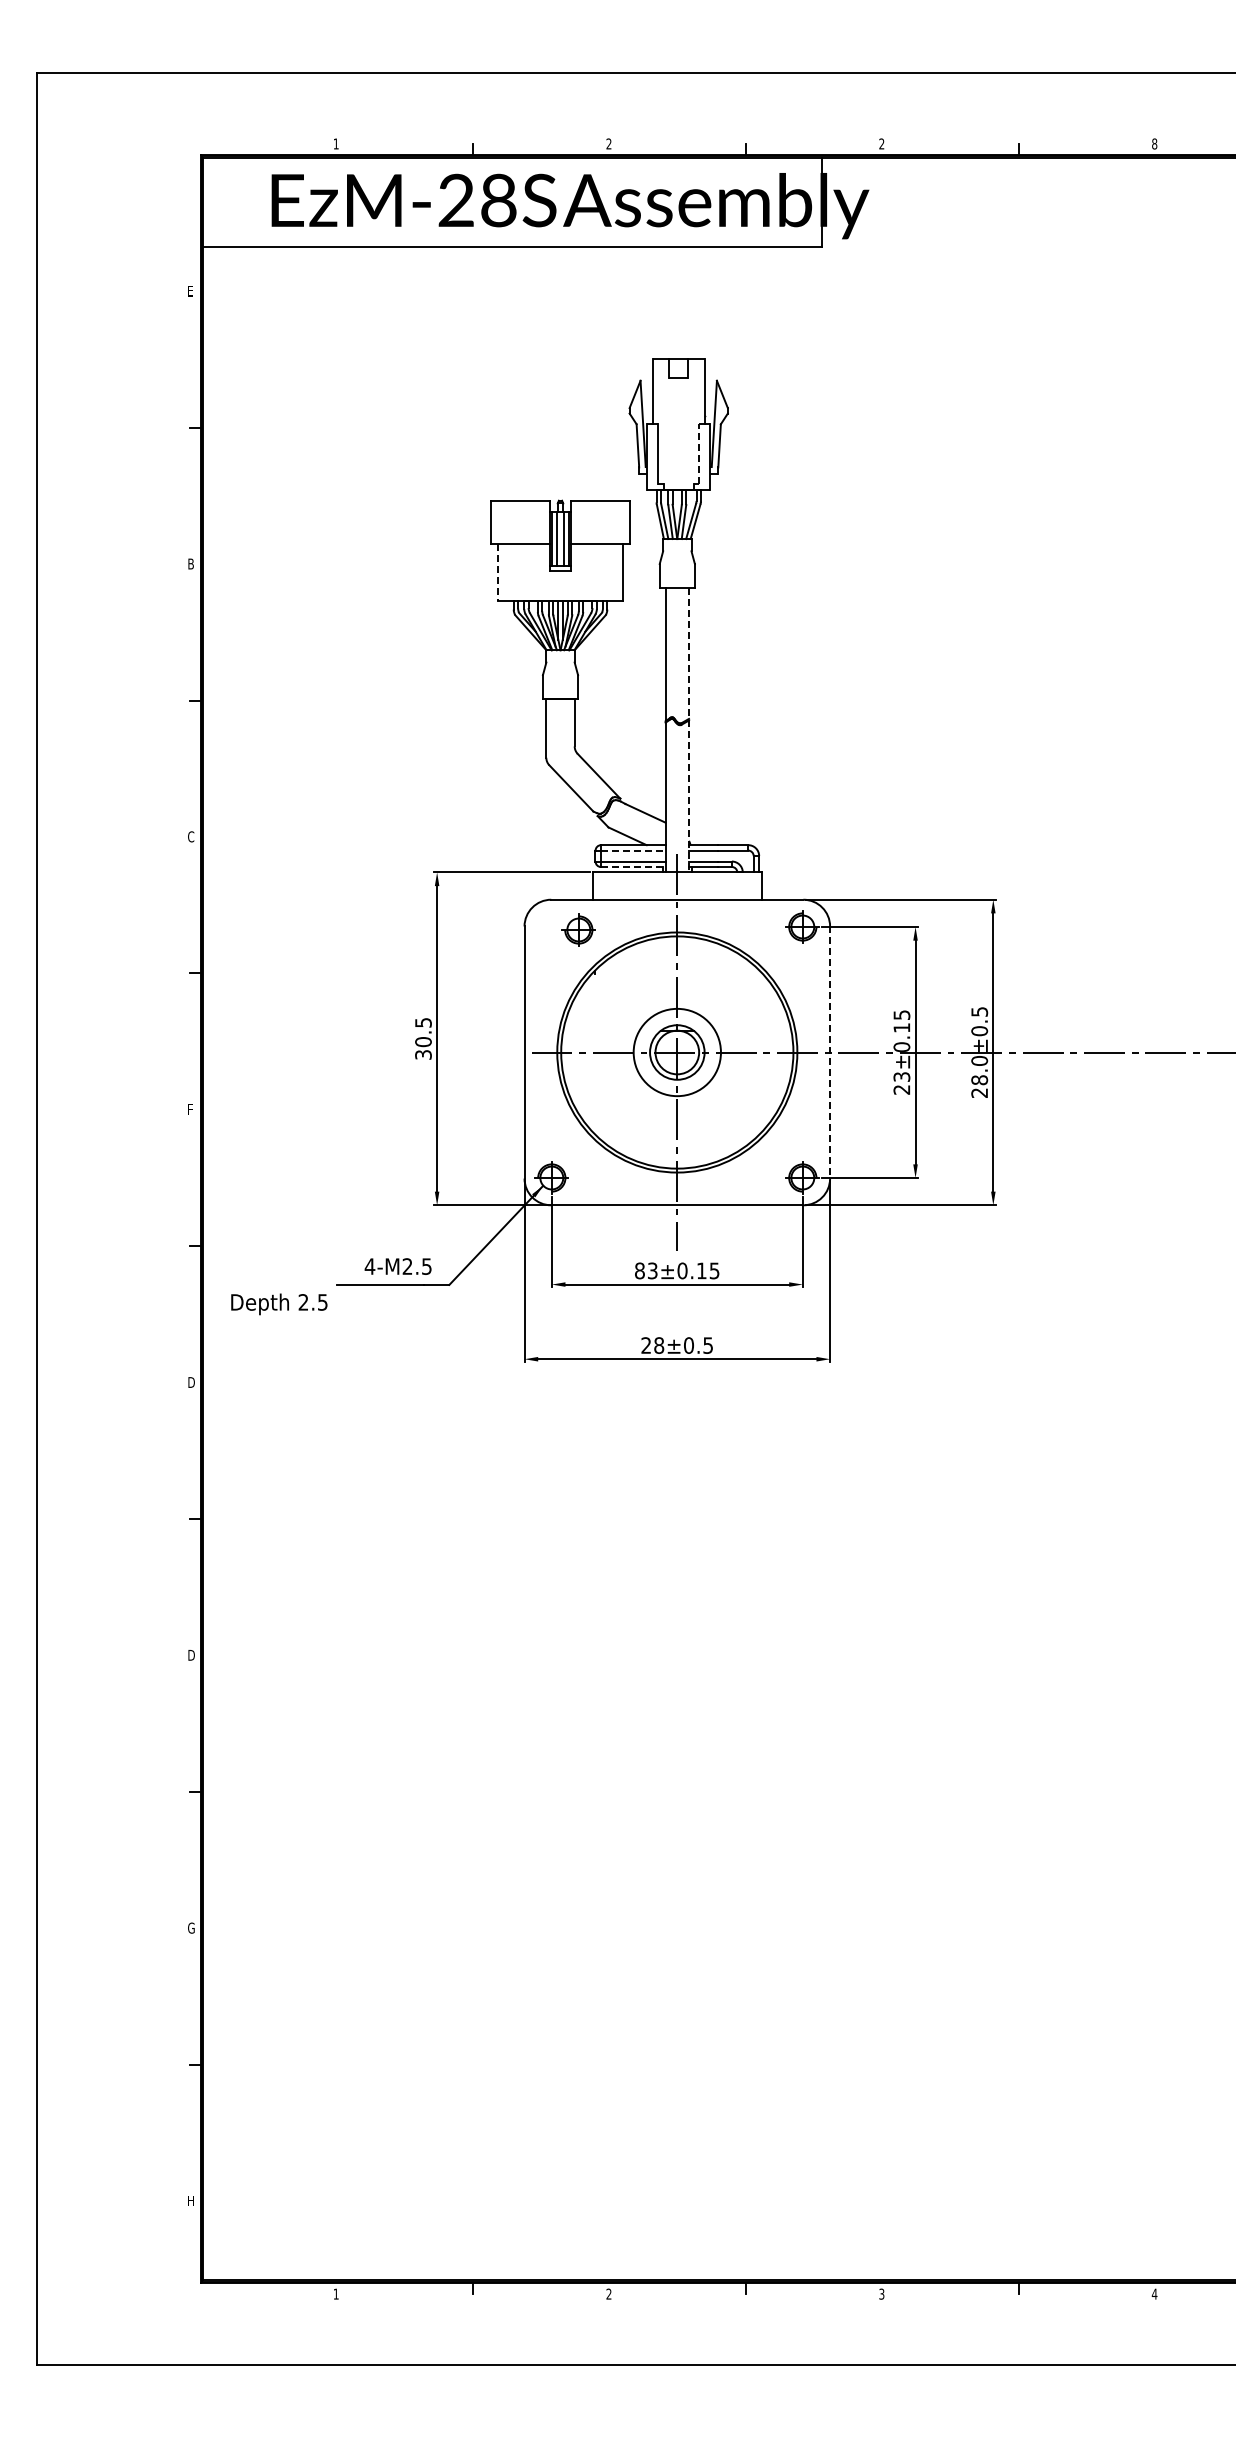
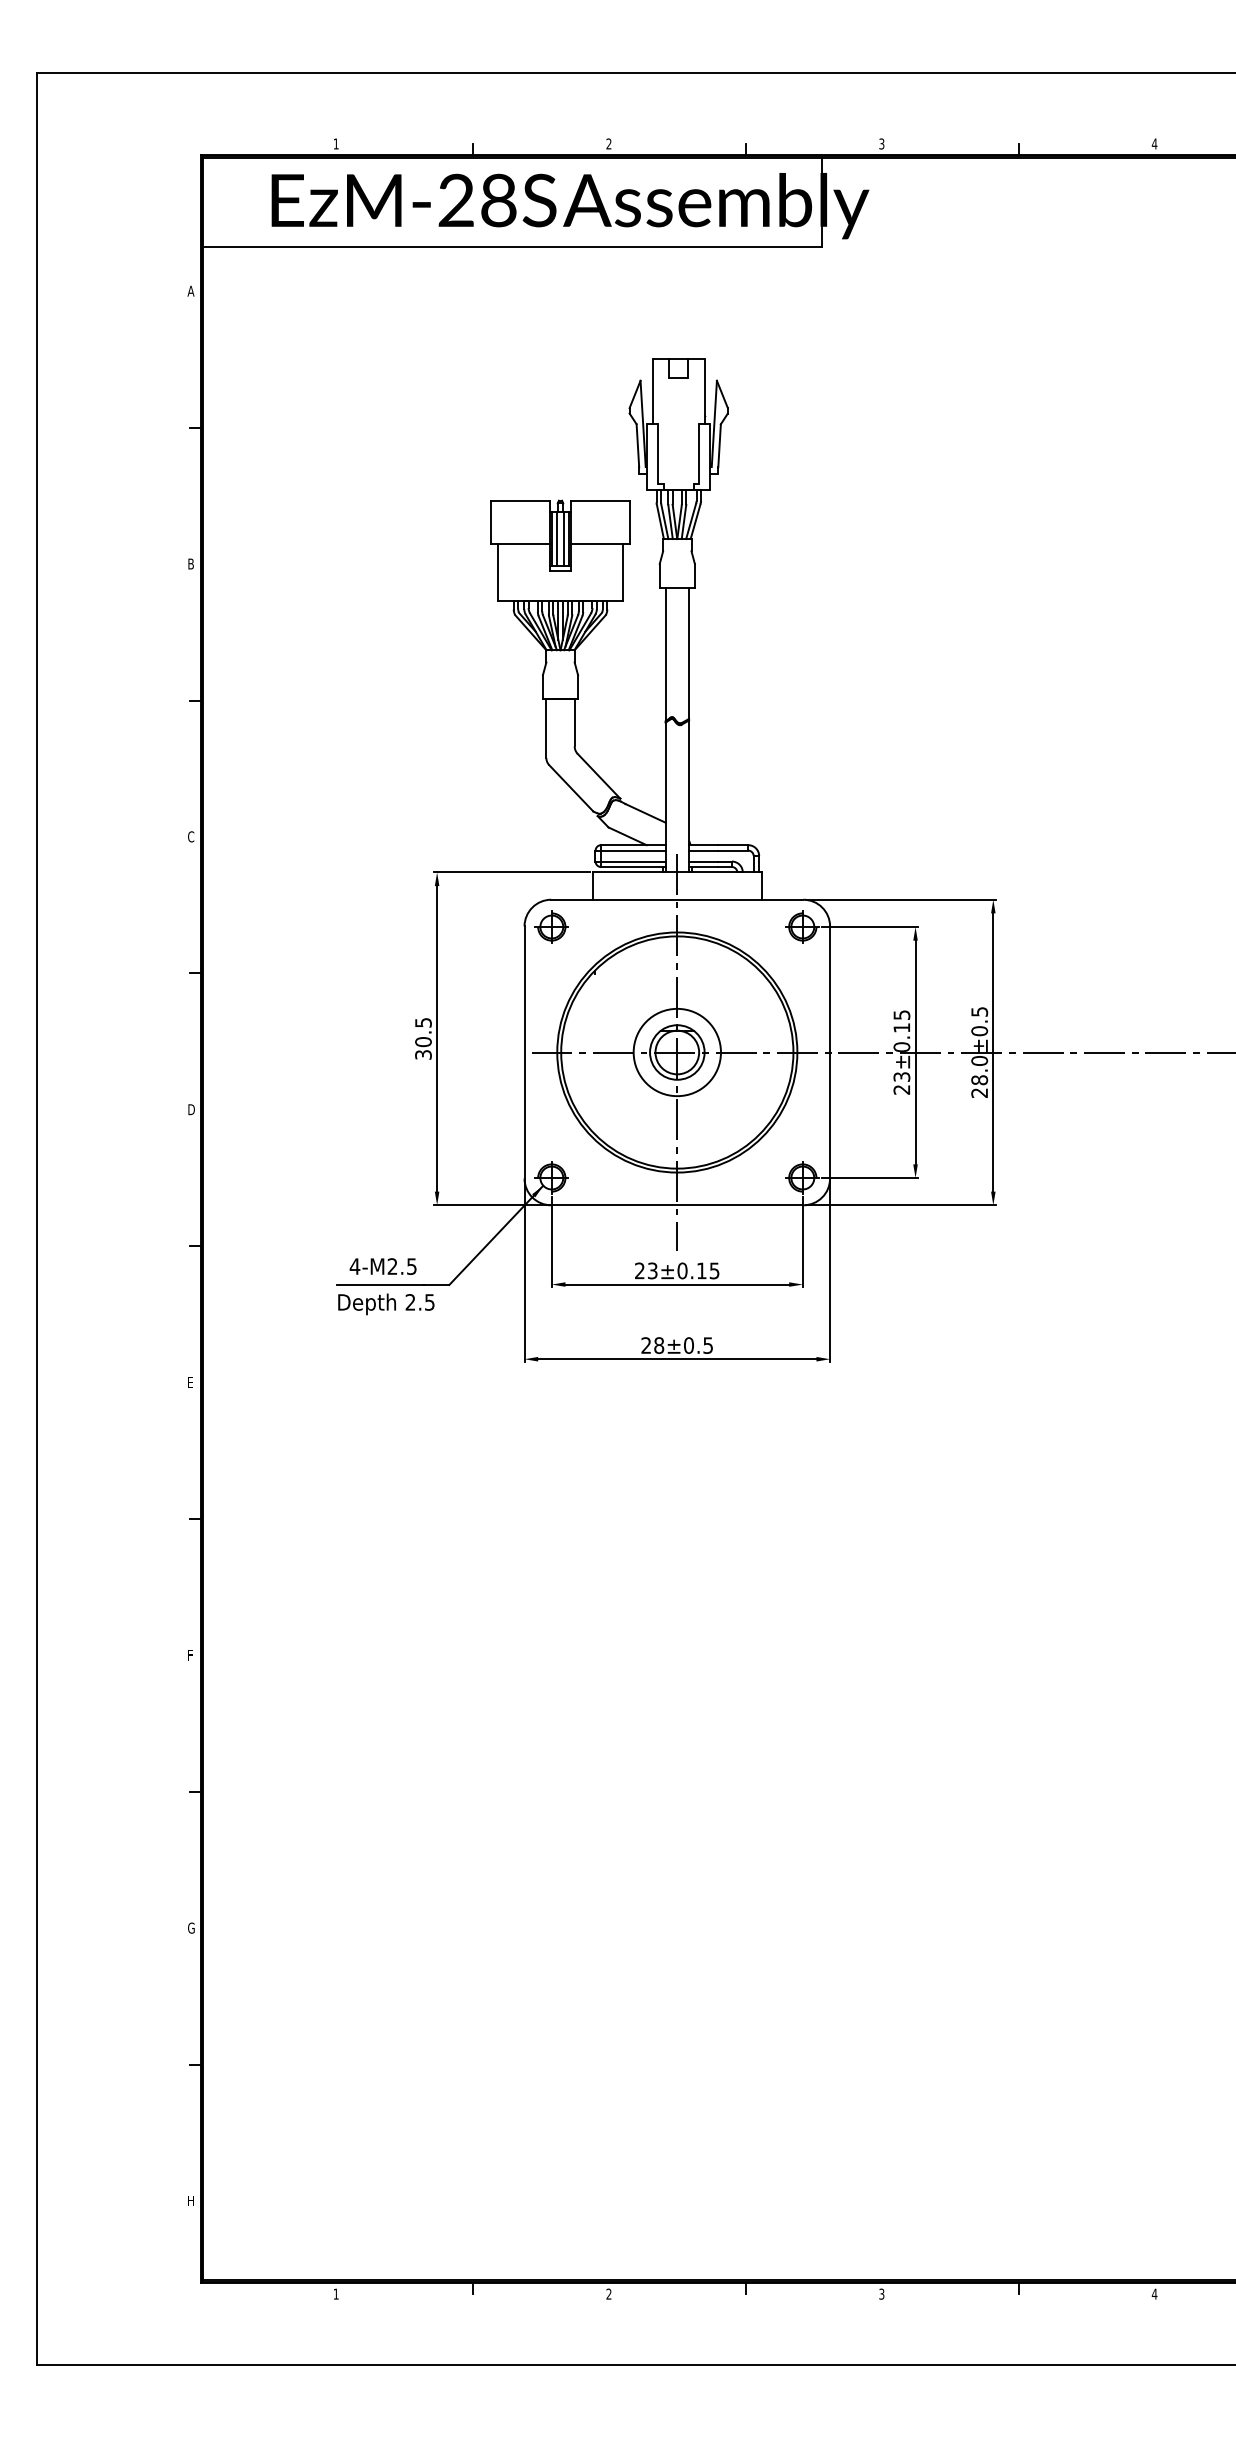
text at (1154, 143): 8 -> 4
text at (881, 144): 2 -> 3
text at (190, 290): E -> A
line at (699, 454): dashed -> solid
line at (497, 573): dashed -> solid
line at (689, 730): dashed -> solid
line at (633, 850): dashed -> solid
line at (633, 867): dashed -> solid
part at (578, 929) position: (578, 929) -> (551, 926)
line at (830, 1053): dashed -> solid
text at (191, 1109): F -> D
text at (397, 1266) position: (397, 1266) -> (382, 1266)
text at (639, 1270): 83±0.15 -> 23±0.15
text at (279, 1304) position: (279, 1304) -> (386, 1304)
text at (191, 1382): D -> E
text at (191, 1654): D -> F
